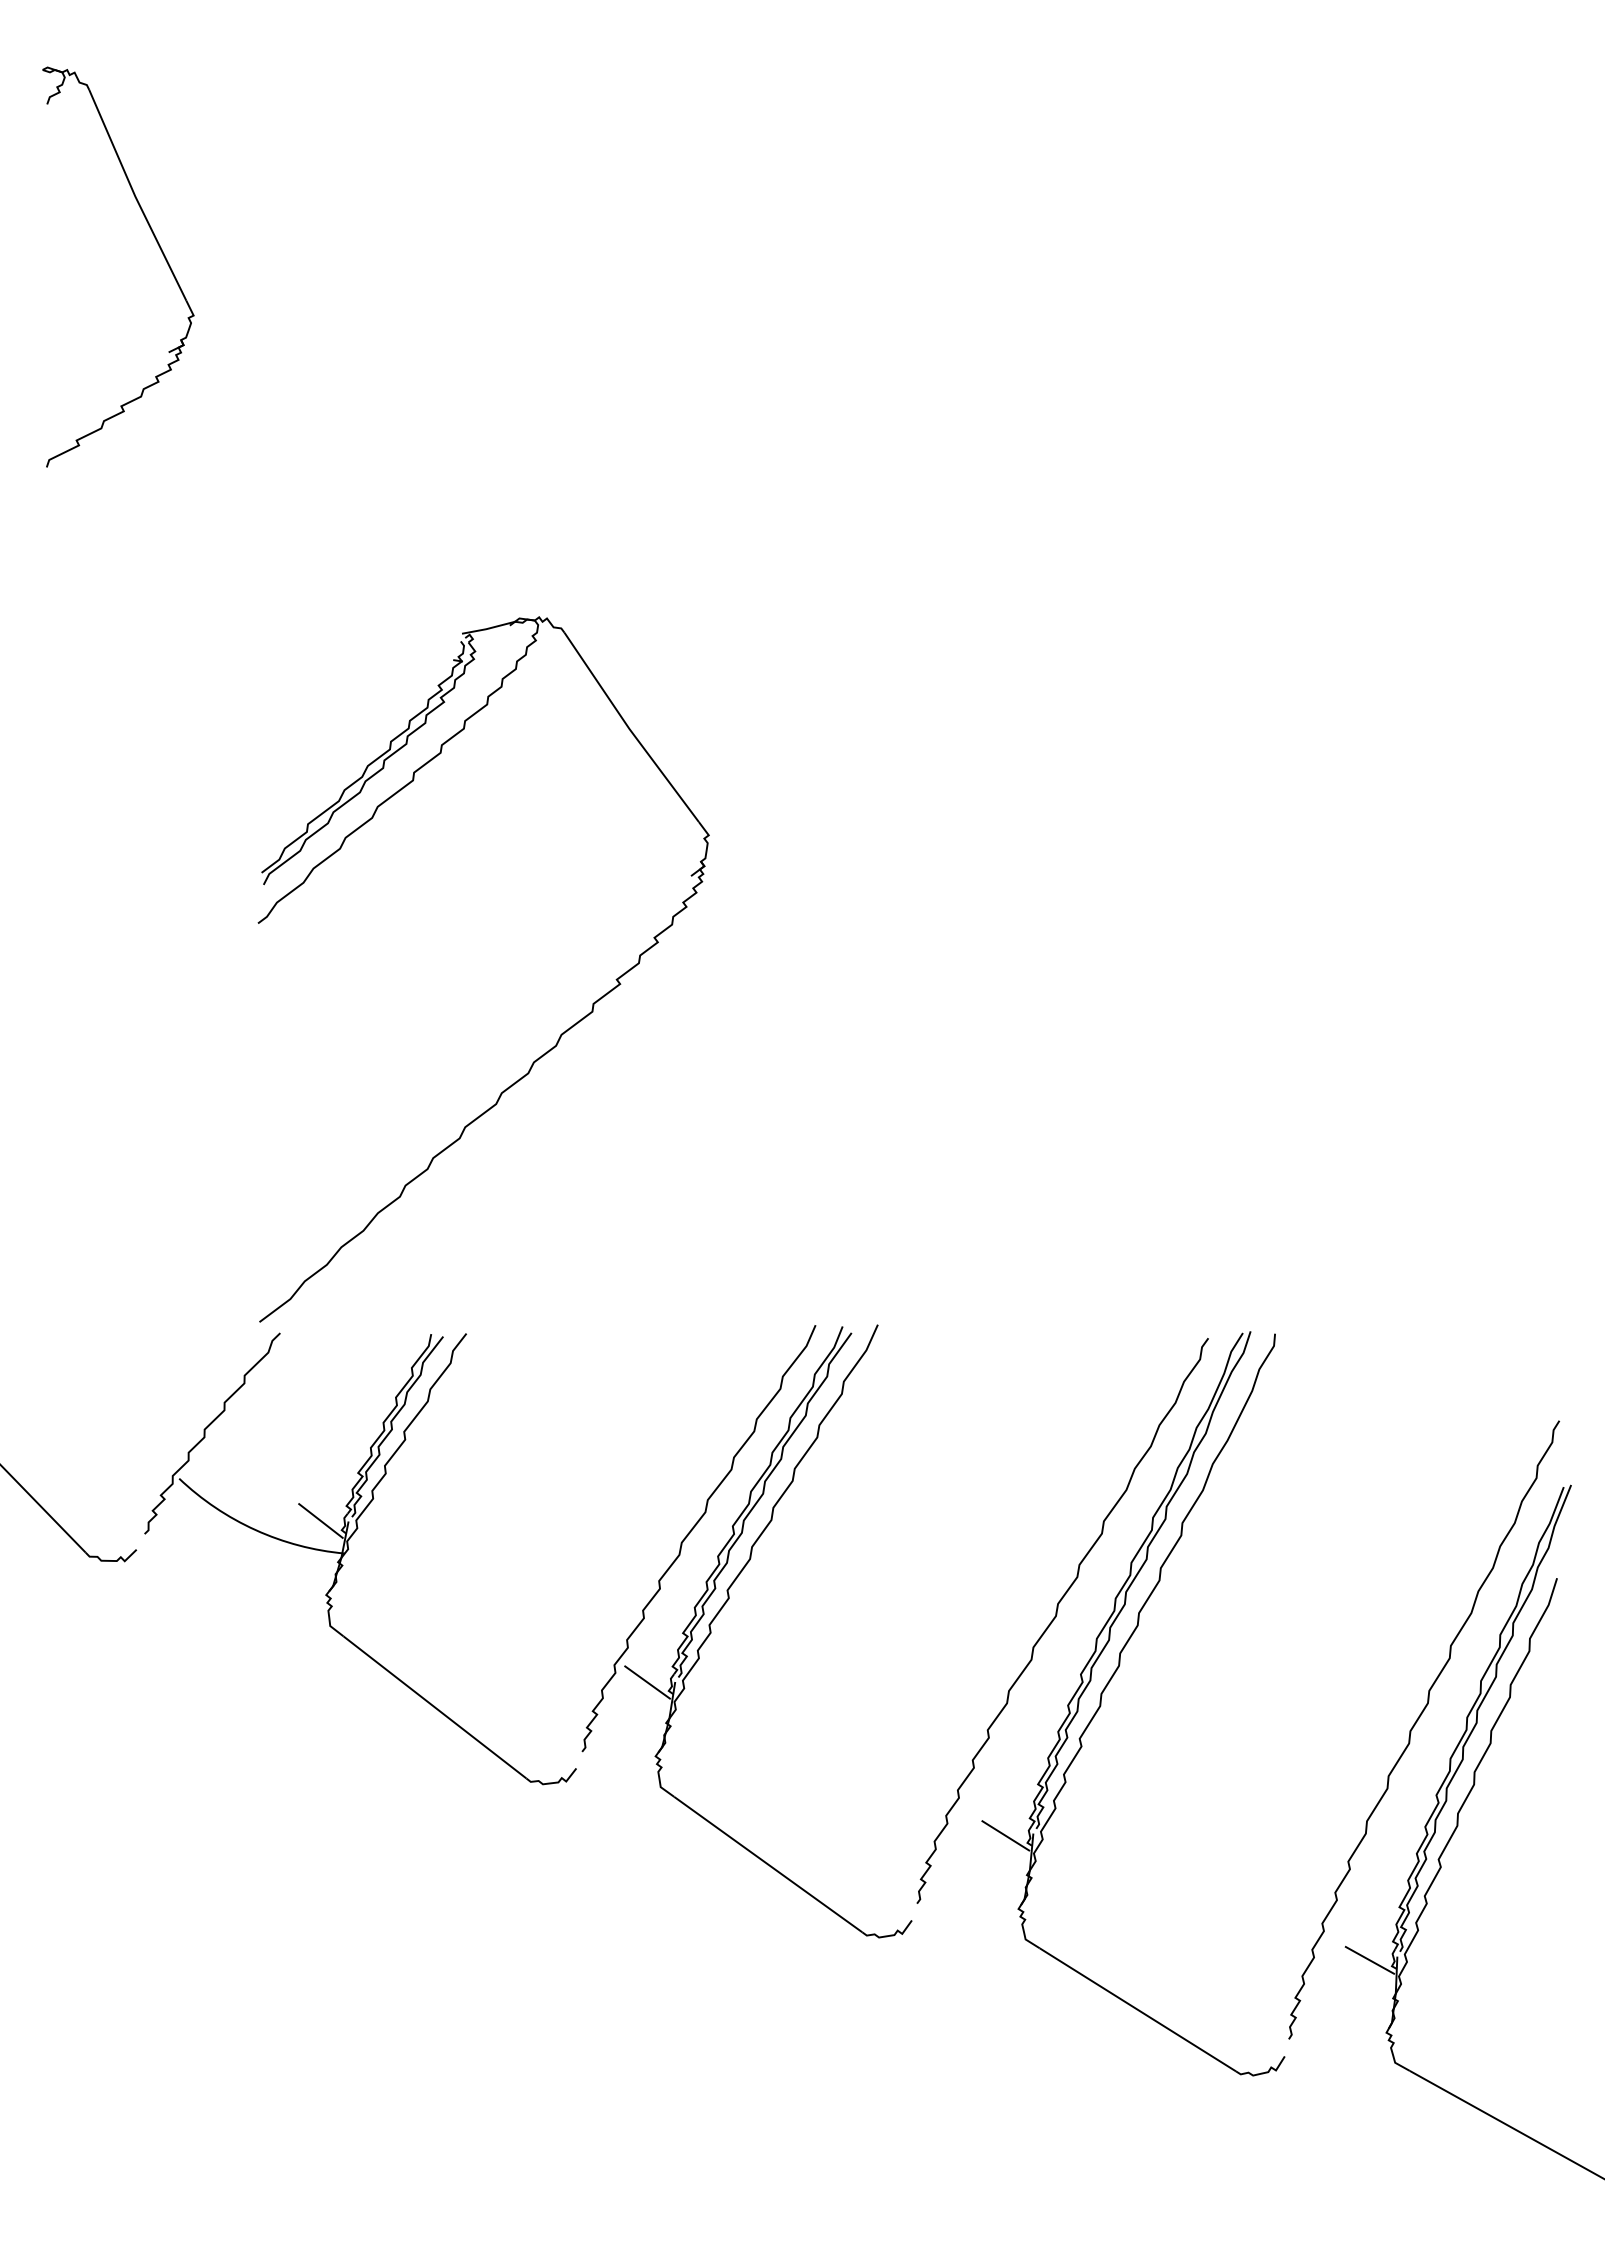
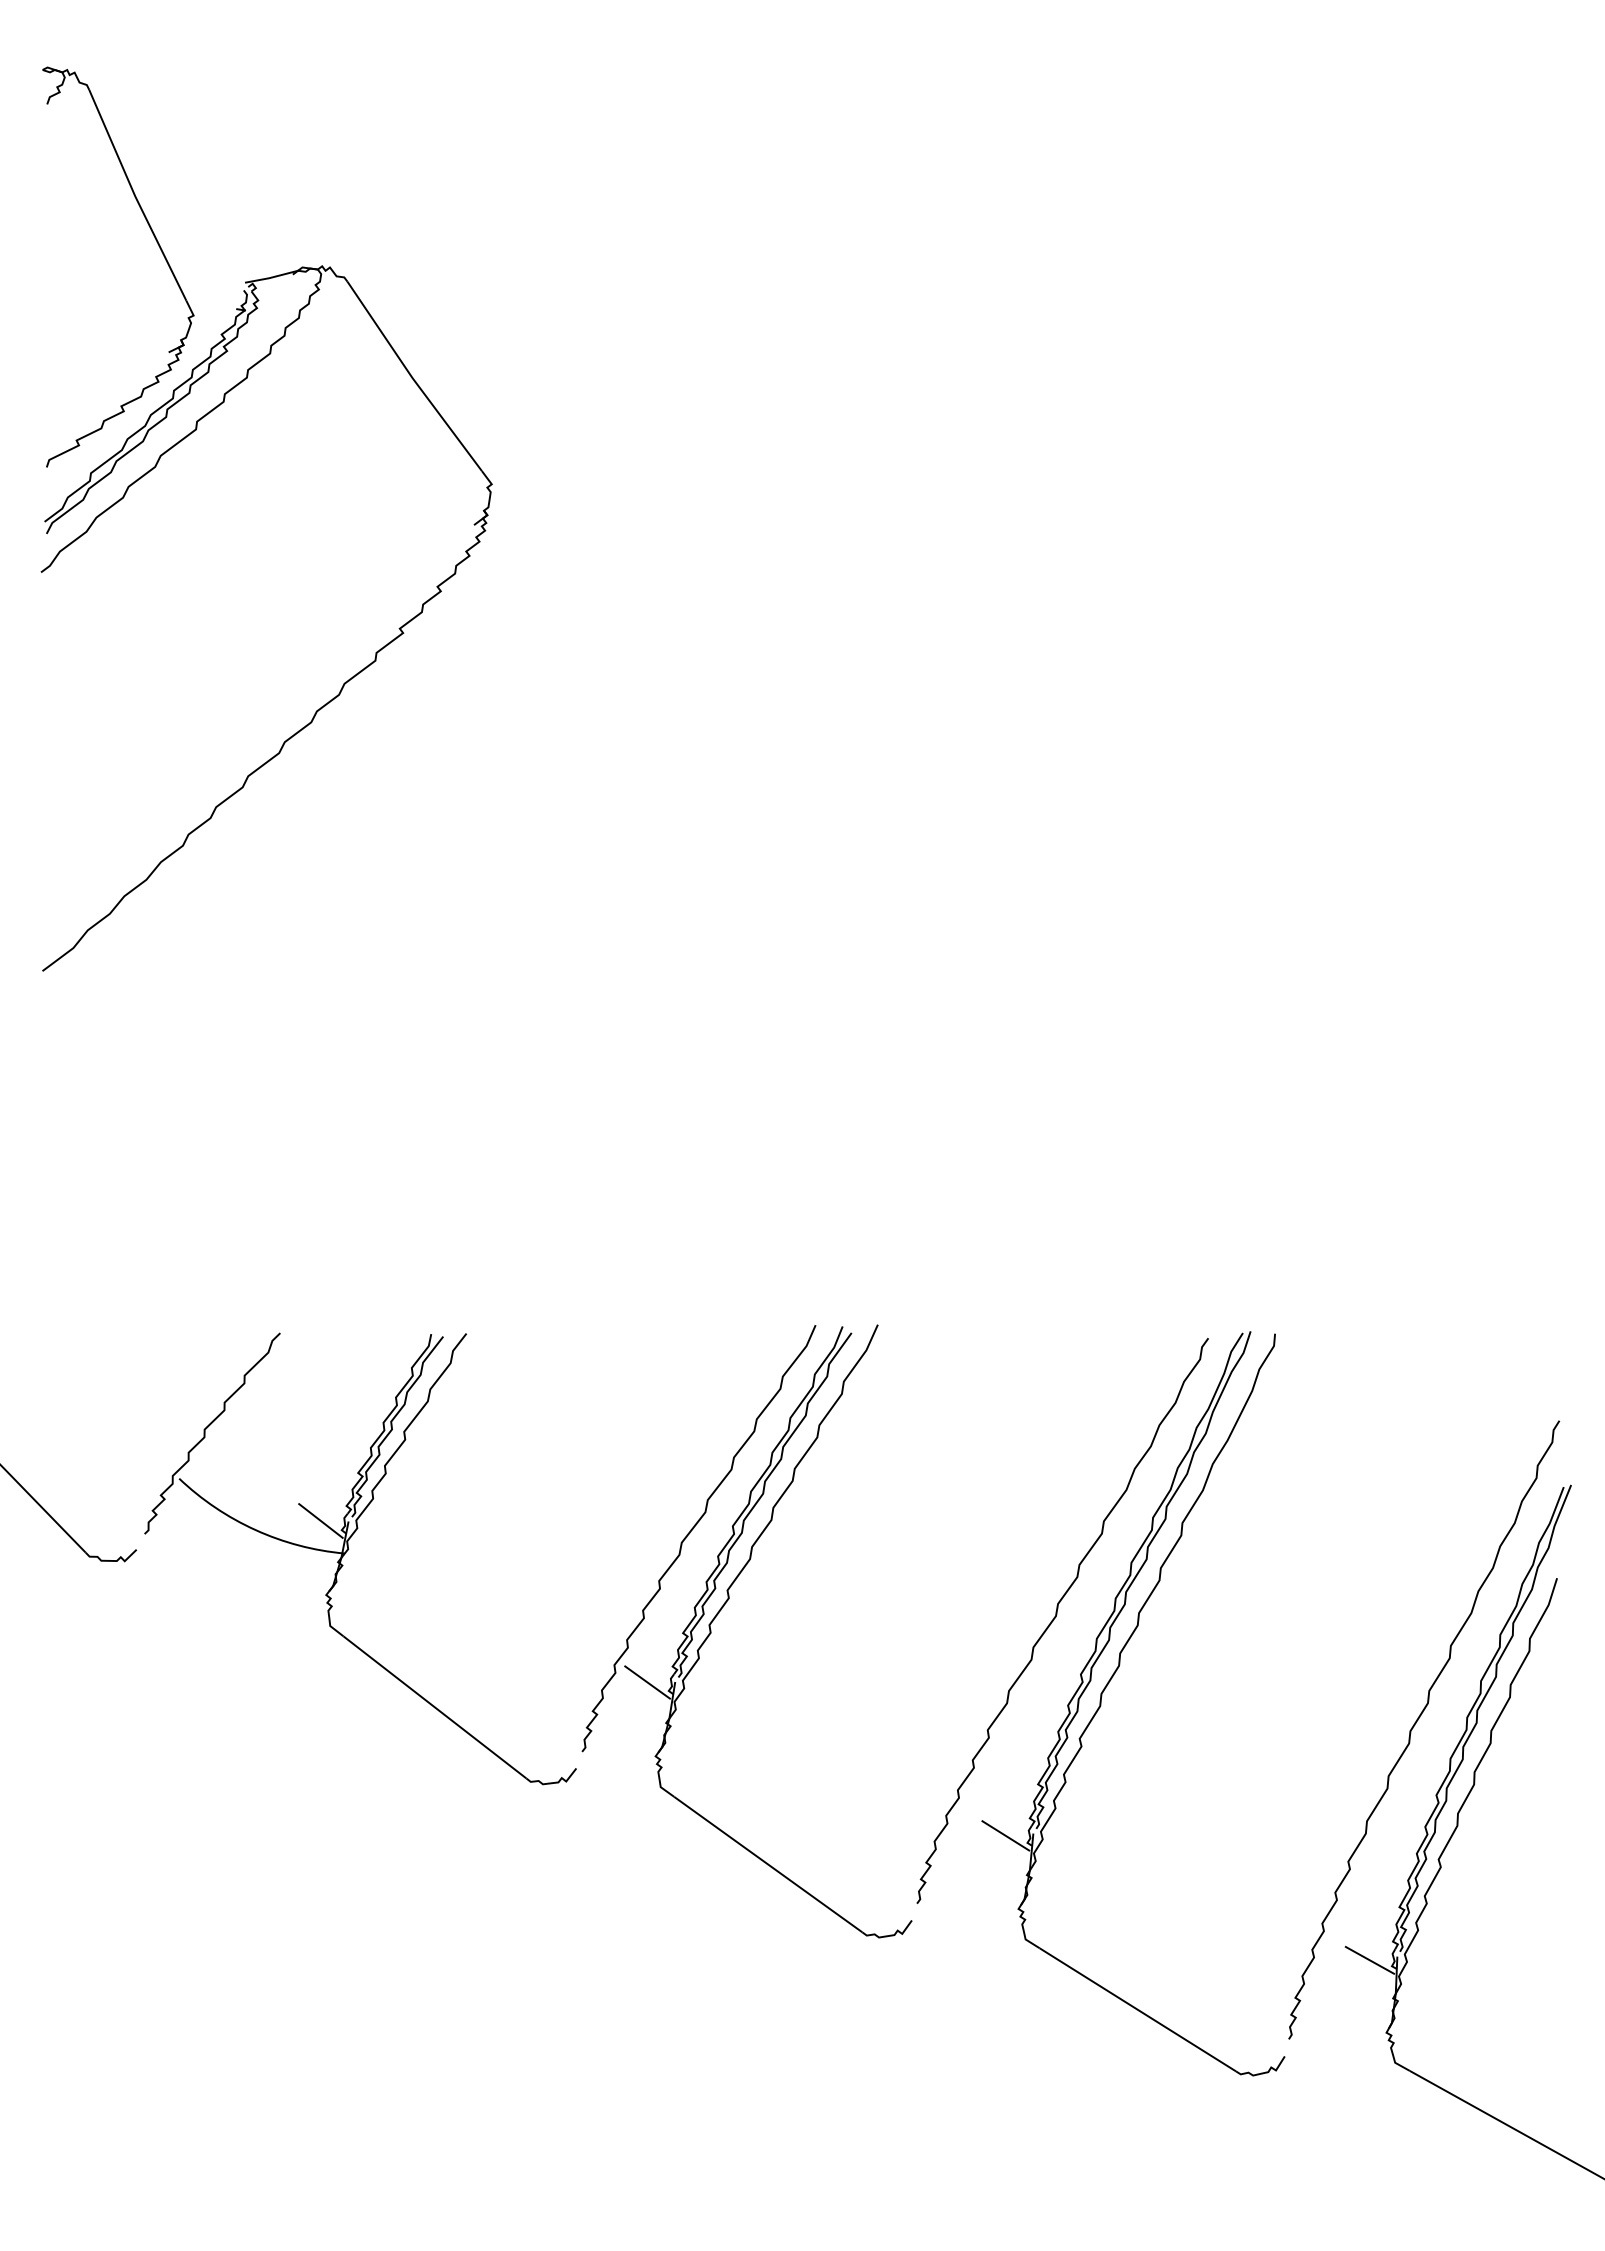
part at (560, 1034) position: (560, 1034) -> (343, 683)
